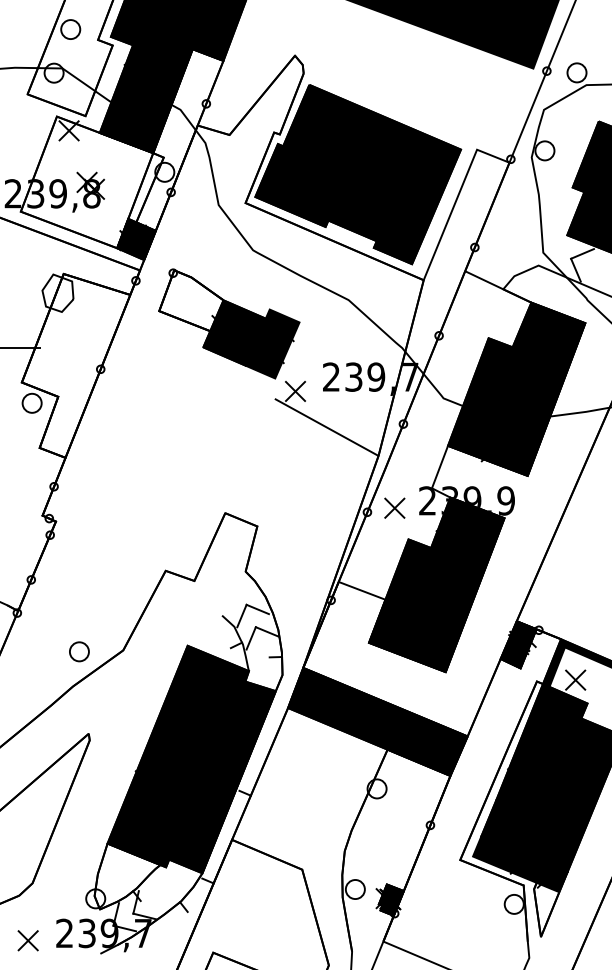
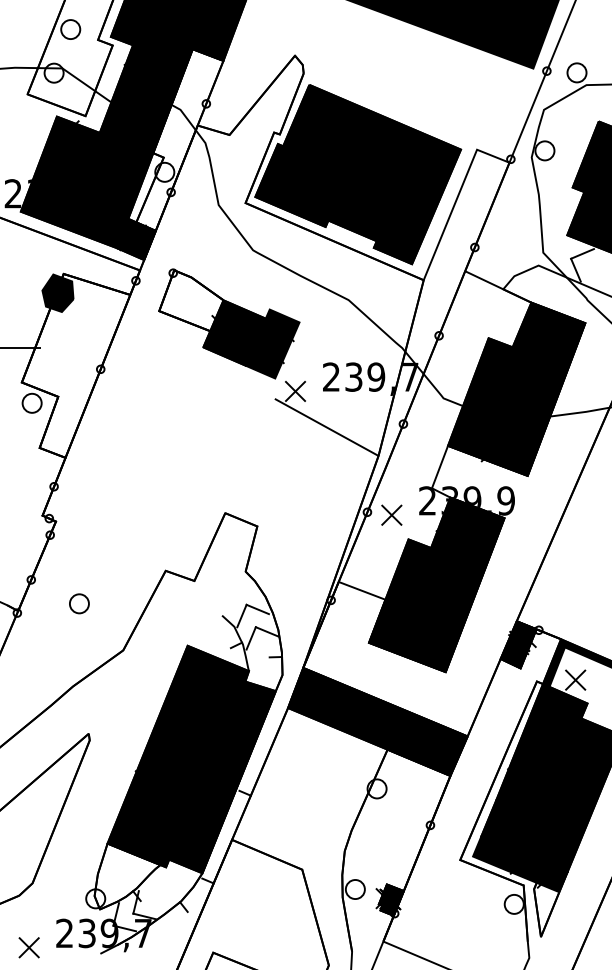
fill at (86, 182): none -> present
fill at (57, 293): none -> present
part at (394, 507) position: (394, 507) -> (391, 514)
circle at (79, 651) position: (79, 651) -> (79, 603)
part at (27, 940) position: (27, 940) -> (28, 947)
